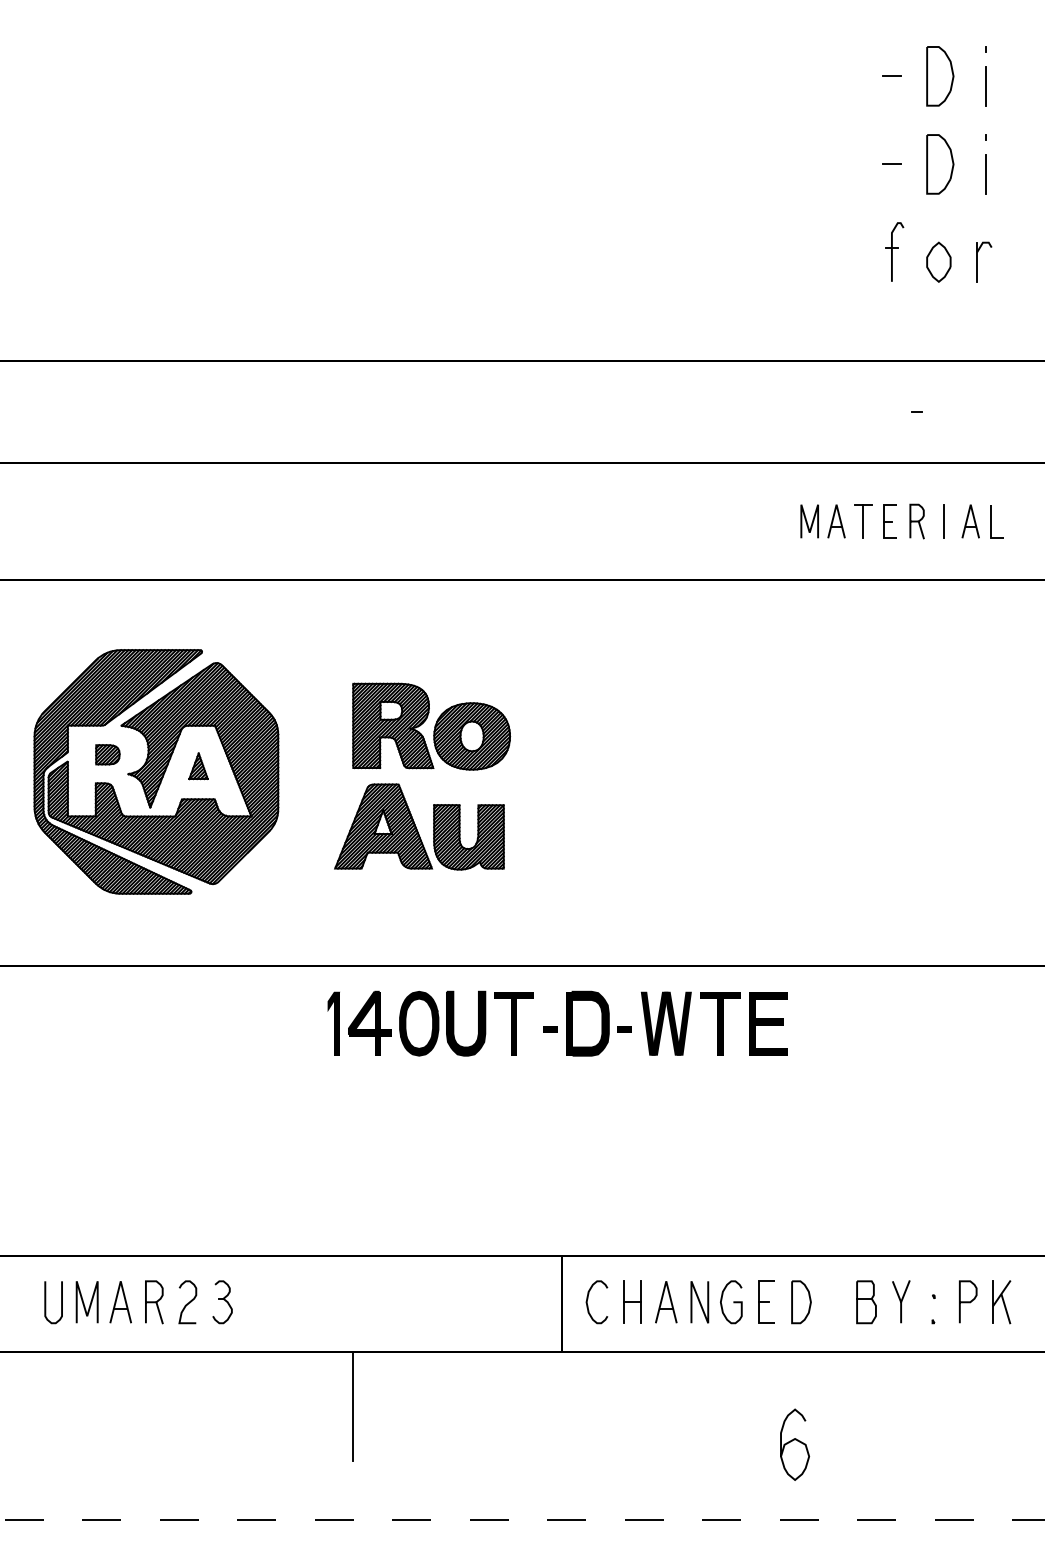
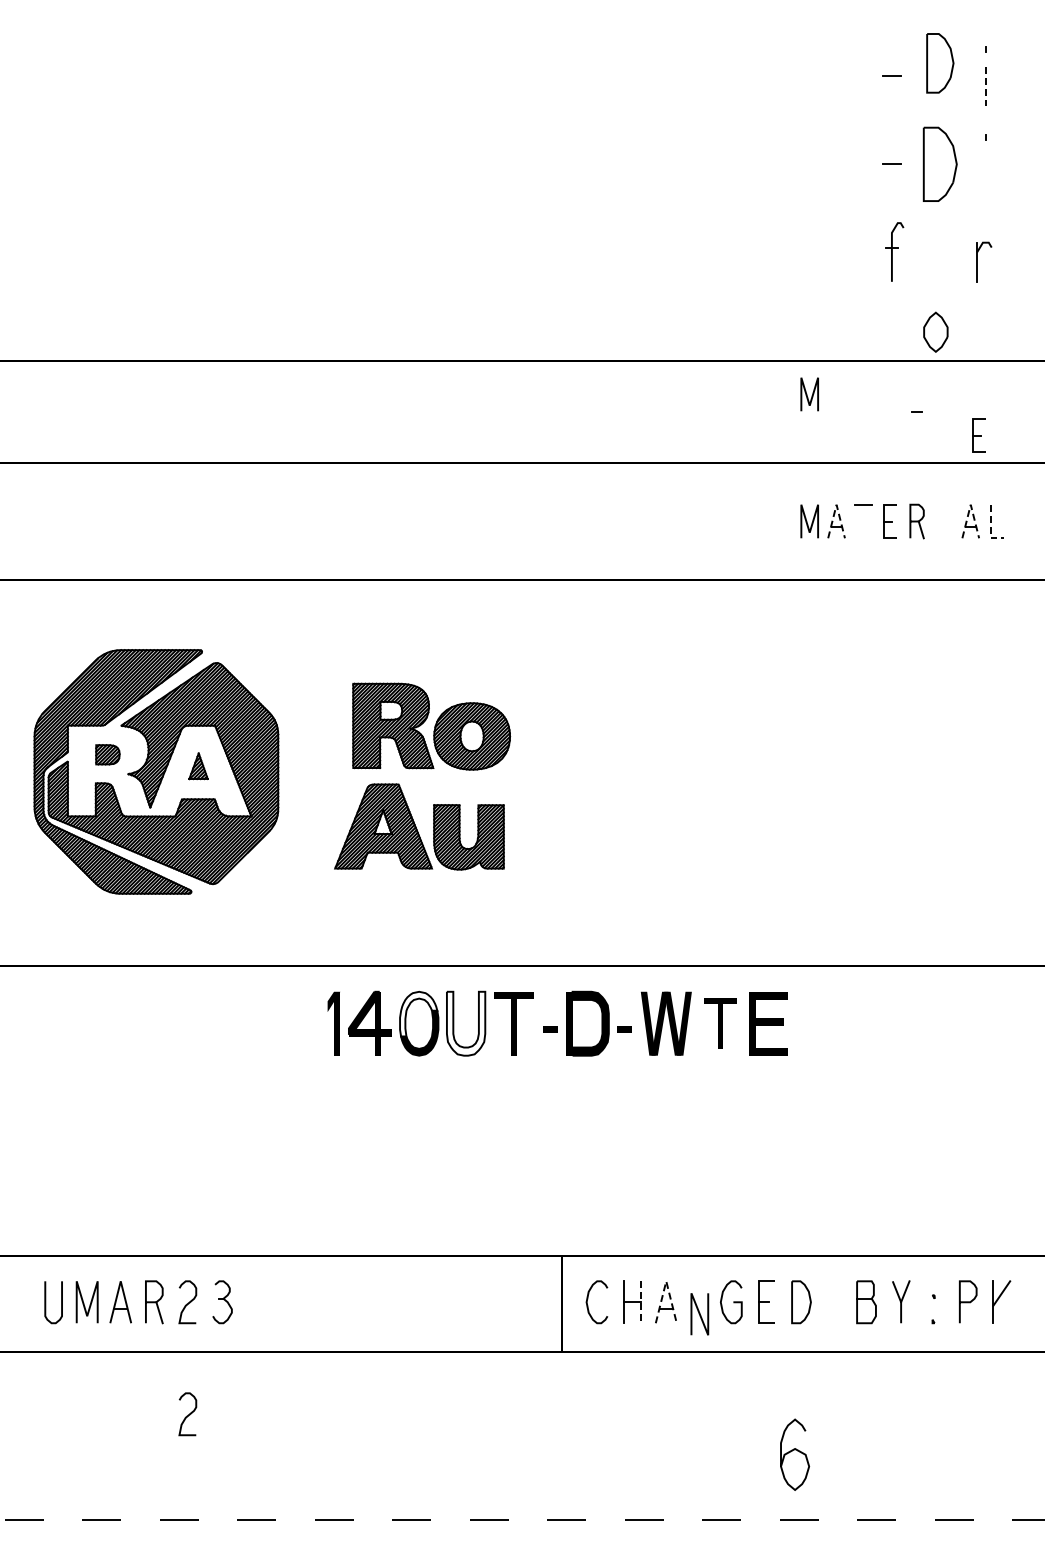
part at (940, 76) position: (940, 76) -> (940, 63)
line at (985, 86): solid -> dashed
part at (940, 164) size: 29x61 px -> 36x76 px
line at (985, 173): present -> none
part at (938, 261) position: (938, 261) -> (935, 331)
line at (807, 394): none -> present
part at (978, 435): none -> present
line at (836, 504): solid -> dashed
line at (970, 504): solid -> dashed
line at (863, 521): present -> none
line at (943, 521): present -> none
line at (990, 529): solid -> dashed
fill at (418, 1013): present -> none
fill at (465, 1023): present -> none
part at (720, 1023) size: 41x64 px -> 33x51 px
line at (666, 1281): solid -> dashed
line at (641, 1302): solid -> dashed
line at (699, 1302) position: (699, 1302) -> (699, 1314)
line at (1005, 1309): present -> none
line at (353, 1406): present -> none
curve at (188, 1414): none -> present
curve at (797, 1441) position: (797, 1441) -> (797, 1451)
